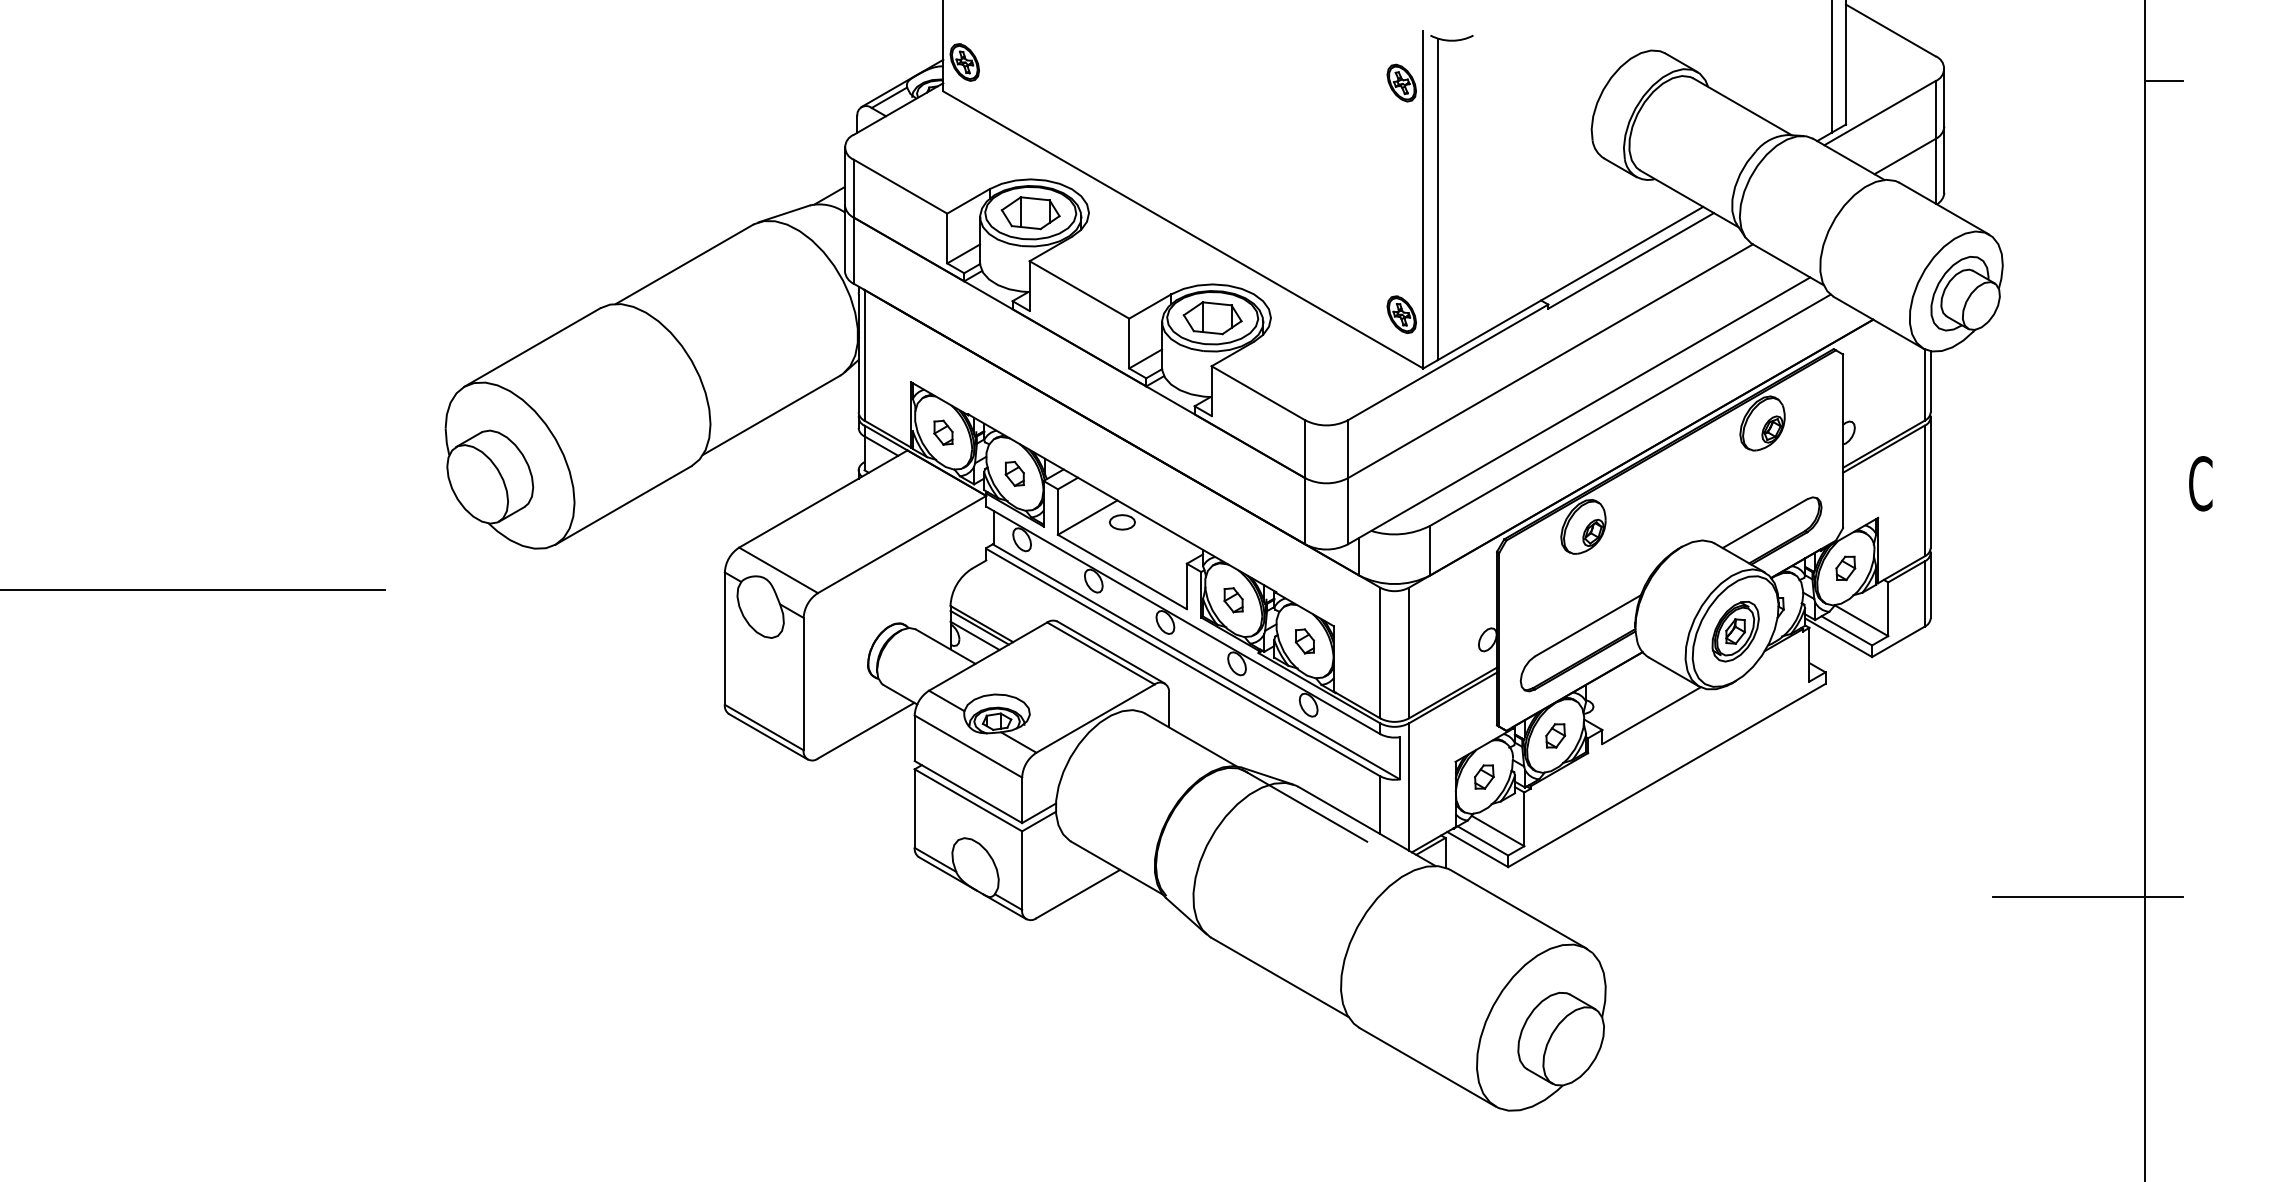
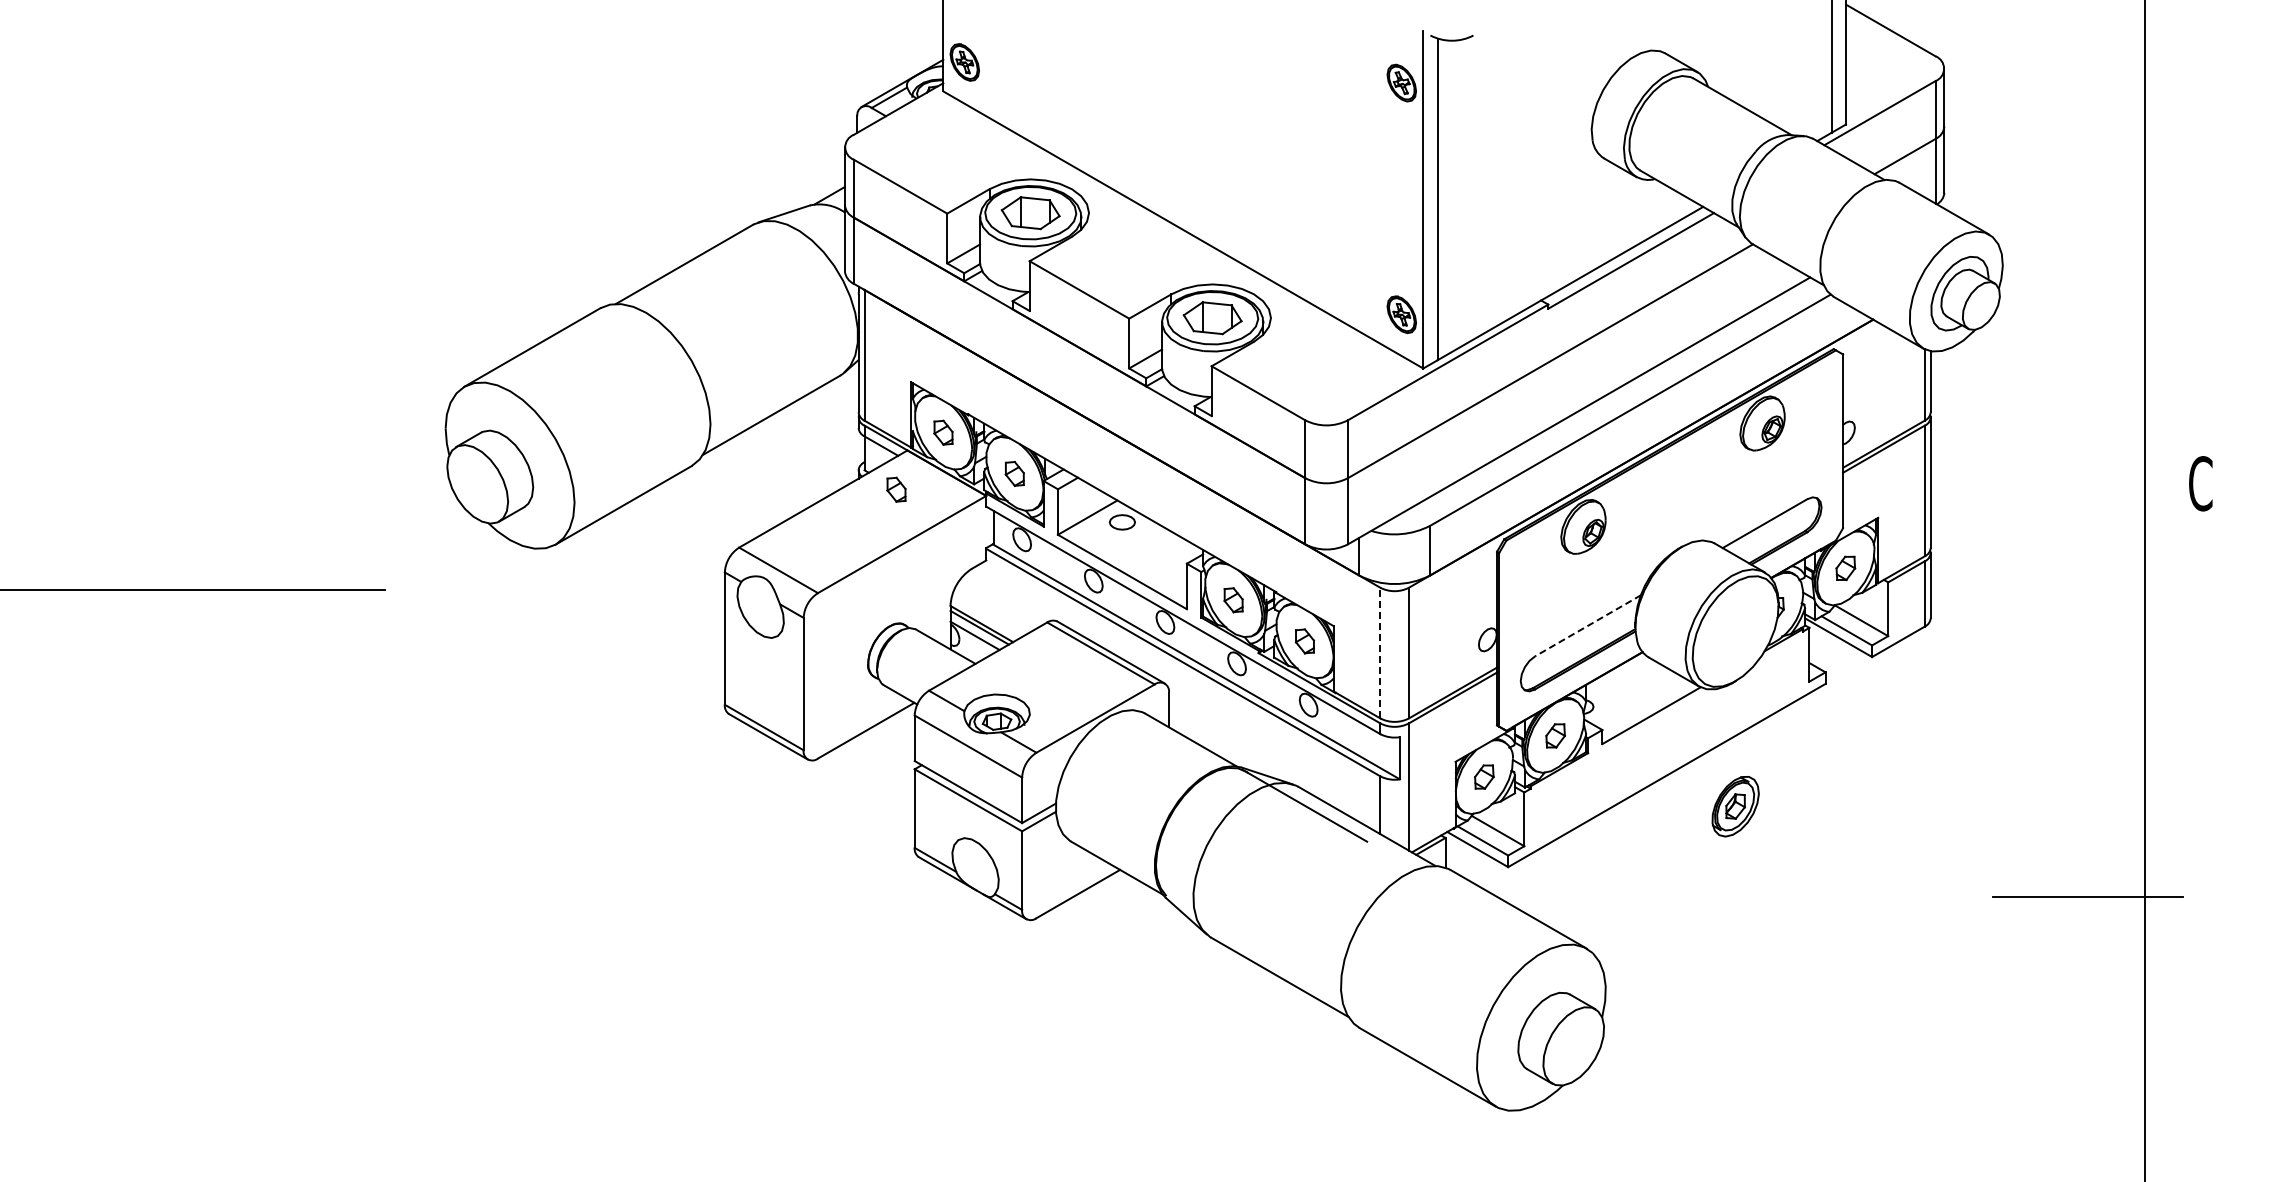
line at (2164, 80): present -> none
part at (896, 489): none -> present
line at (1587, 626): solid -> dashed
part at (1735, 631) position: (1735, 631) -> (1735, 806)
line at (1380, 652): solid -> dashed
